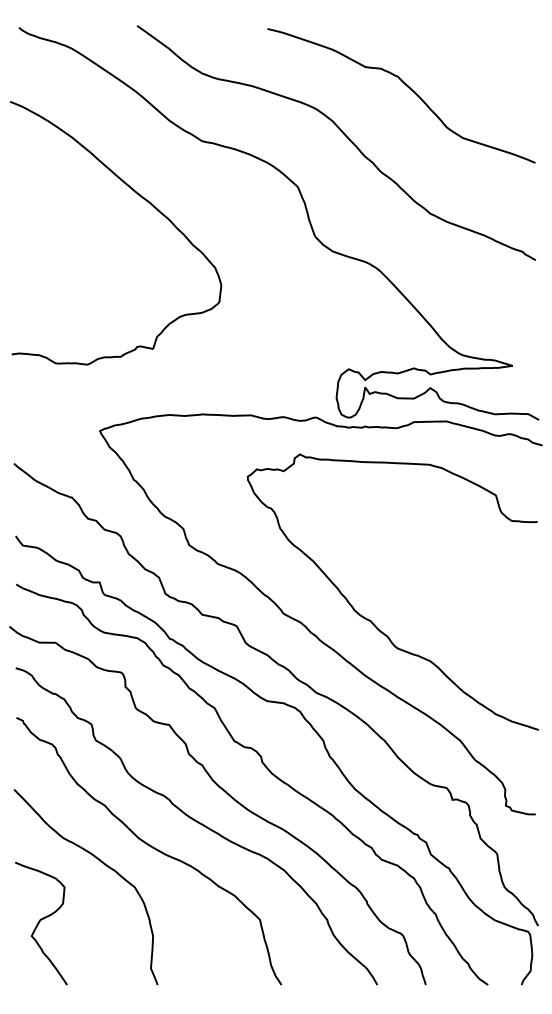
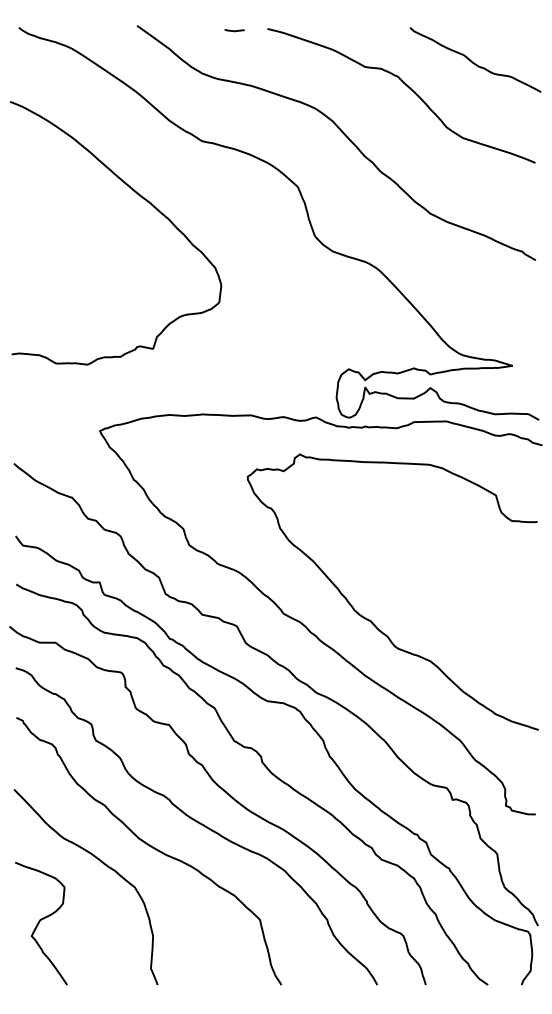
line at (234, 30): none -> present
curve at (474, 62): none -> present
